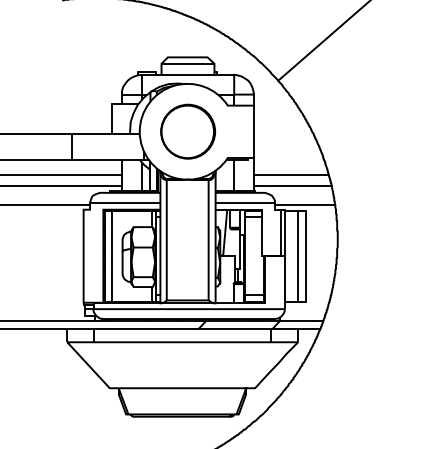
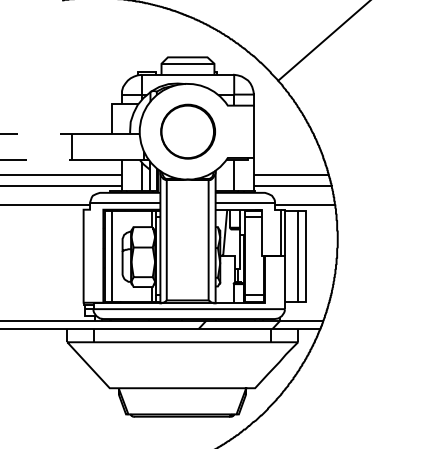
line at (71, 147): solid -> dashed
